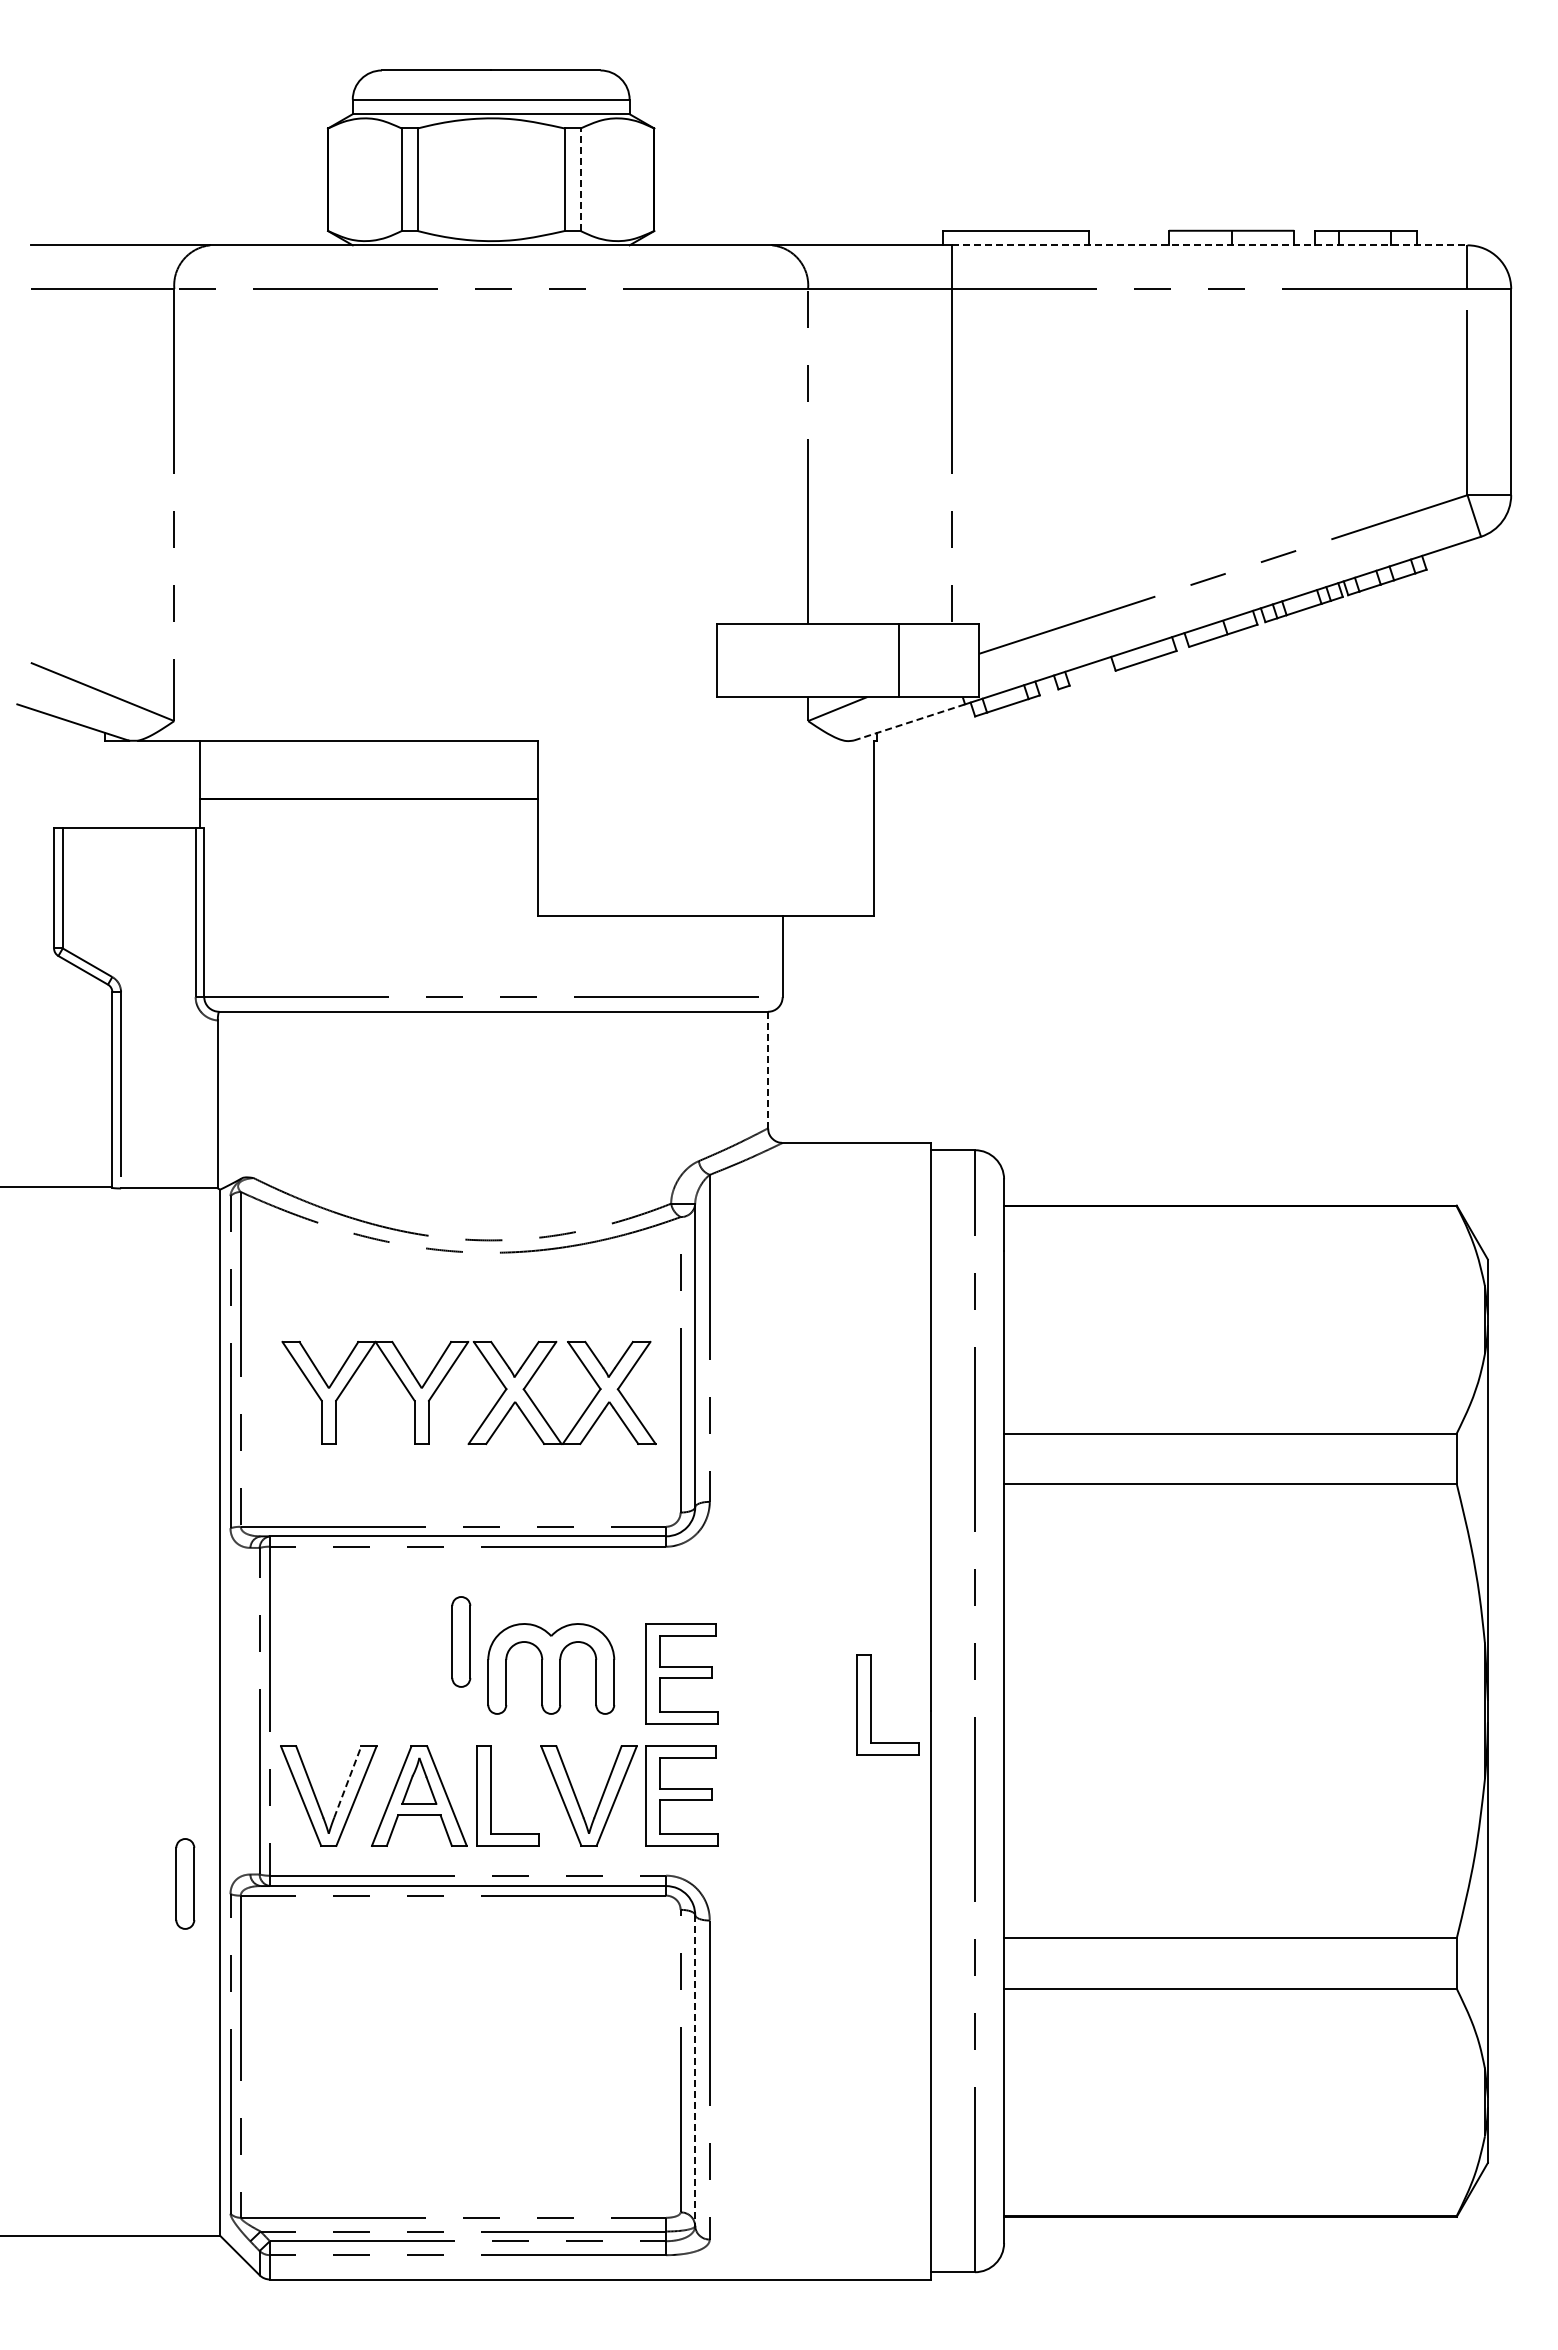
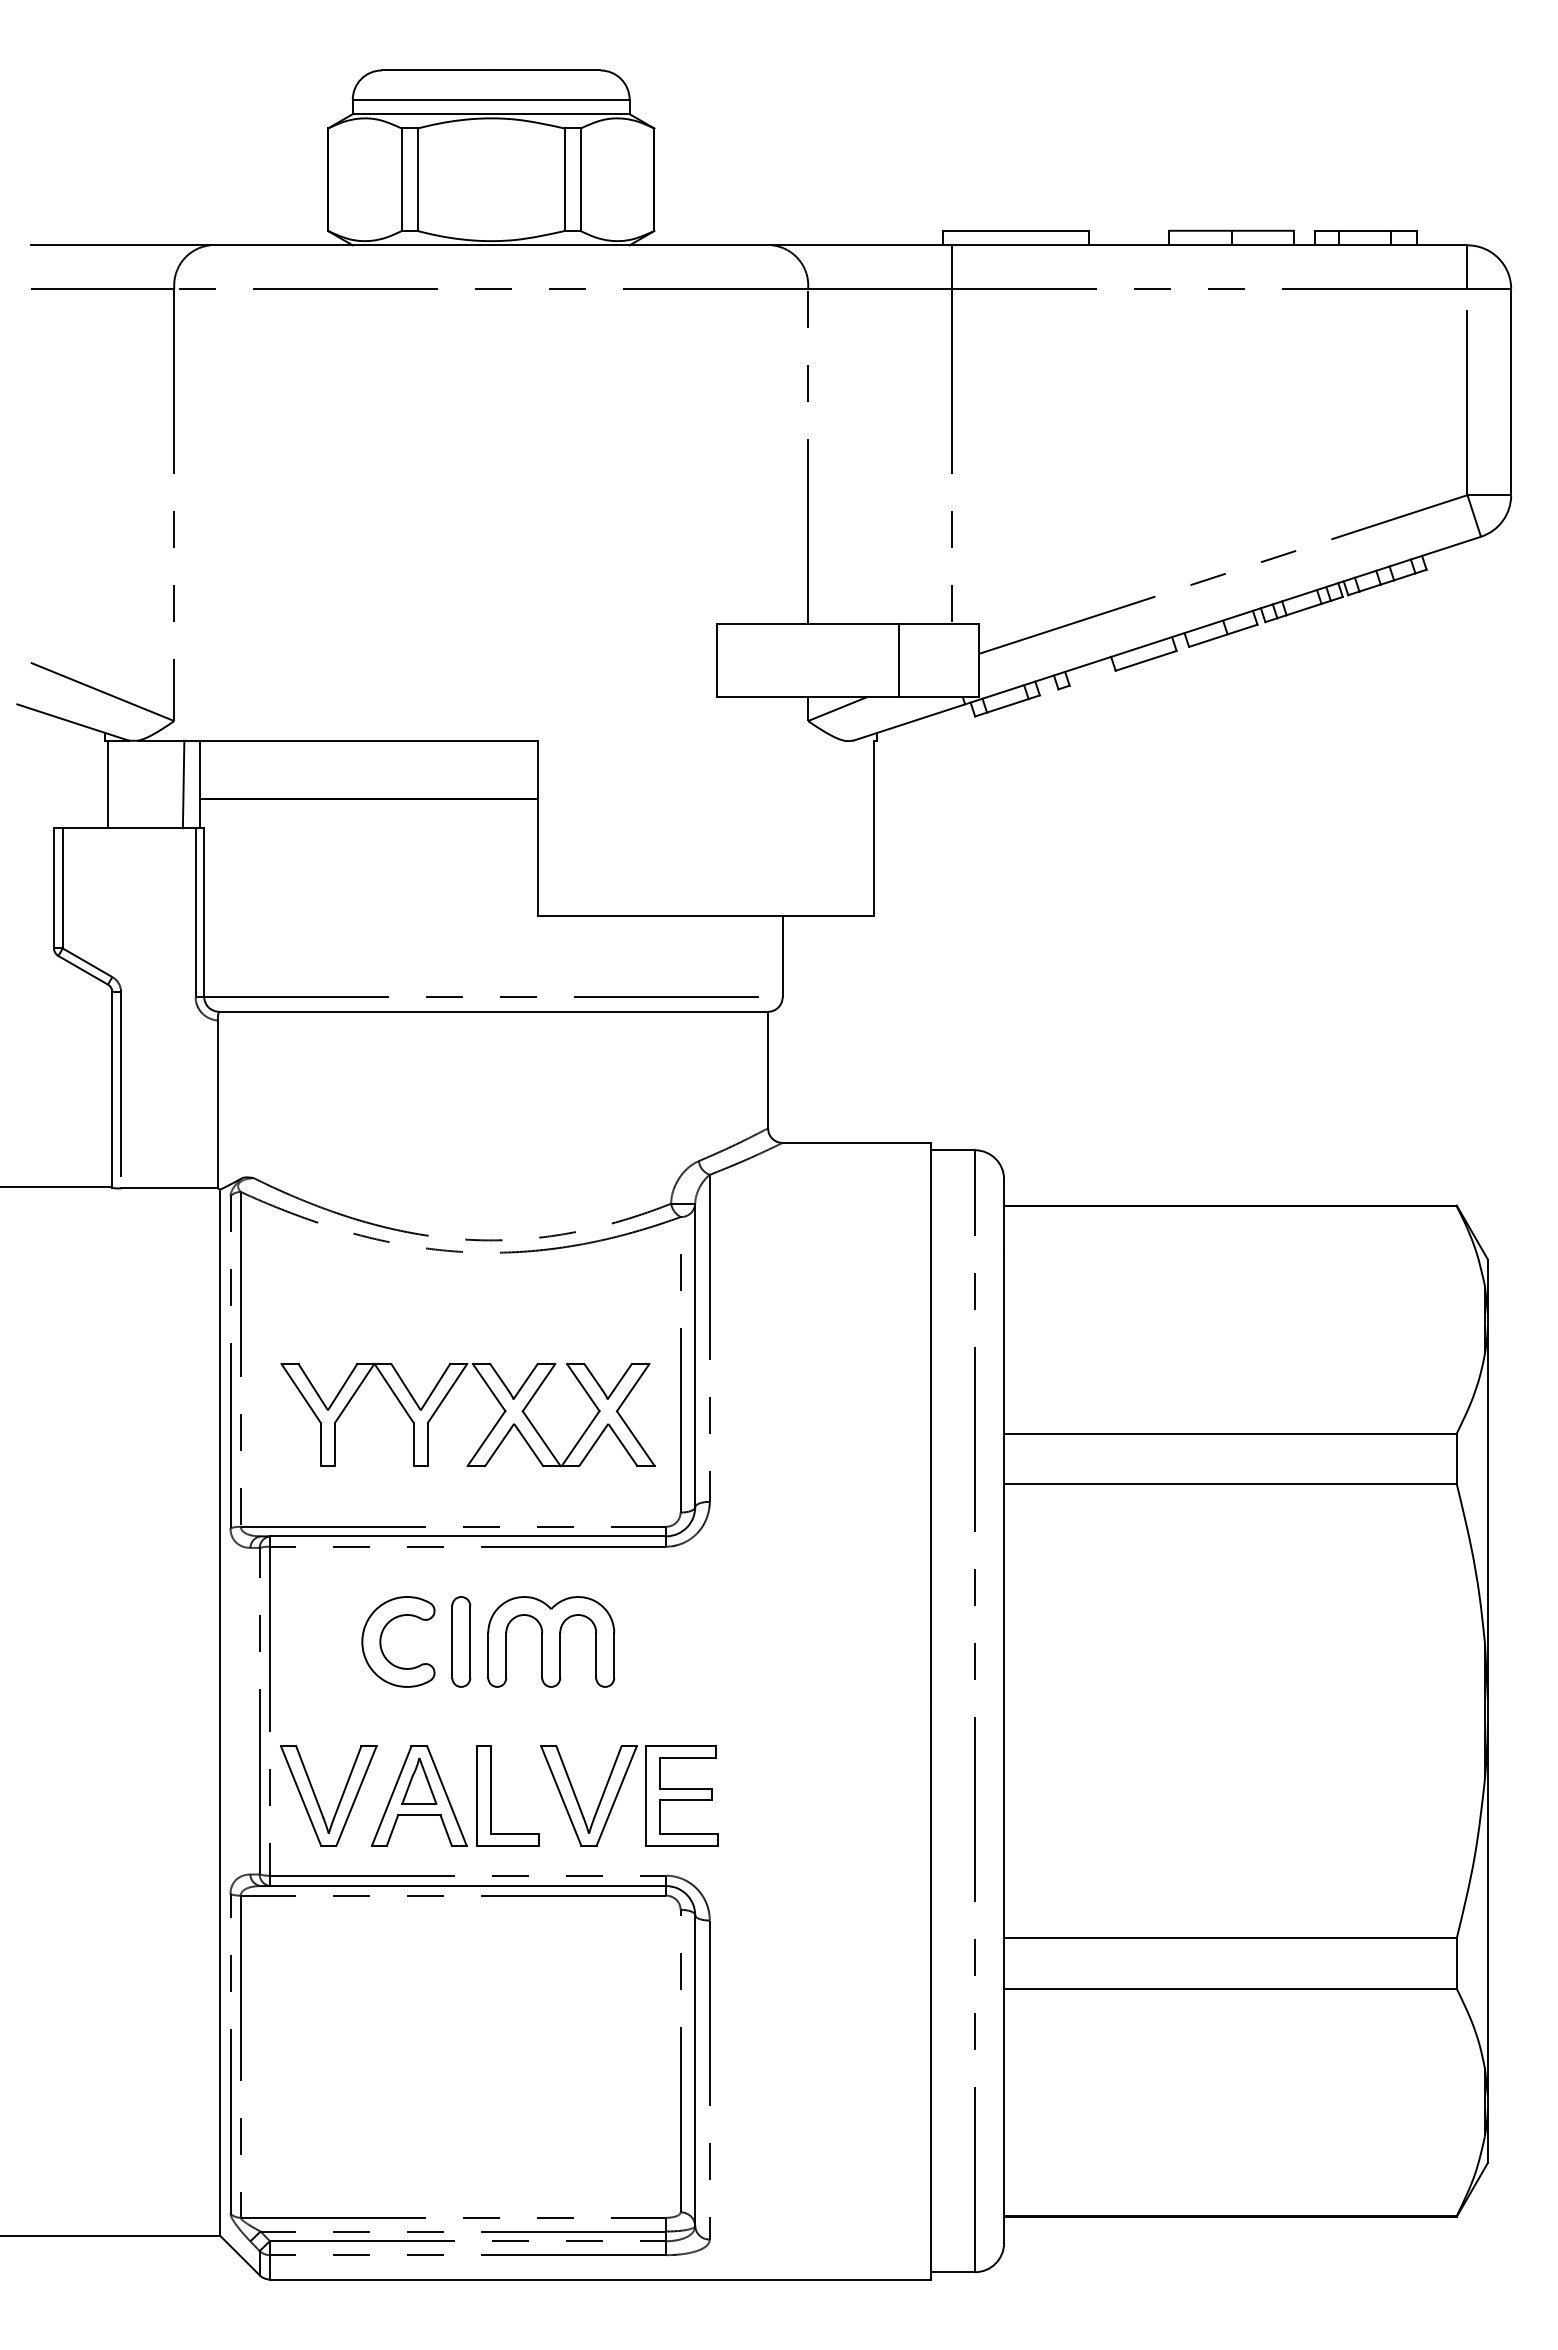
line at (580, 179): dashed -> solid
line at (1209, 245): dashed -> solid
line at (909, 722): dashed -> solid
line at (107, 784): none -> present
line at (183, 784): none -> present
line at (768, 1069): dashed -> solid
part at (446, 1376) position: (446, 1376) -> (445, 1398)
part at (381, 1641): none -> present
part at (551, 1668) position: (551, 1668) -> (551, 1641)
part at (681, 1673): present -> none
part at (871, 1704): present -> none
line at (347, 1781): dashed -> solid
part at (185, 1883): present -> none
line at (695, 2071): dashed -> solid
